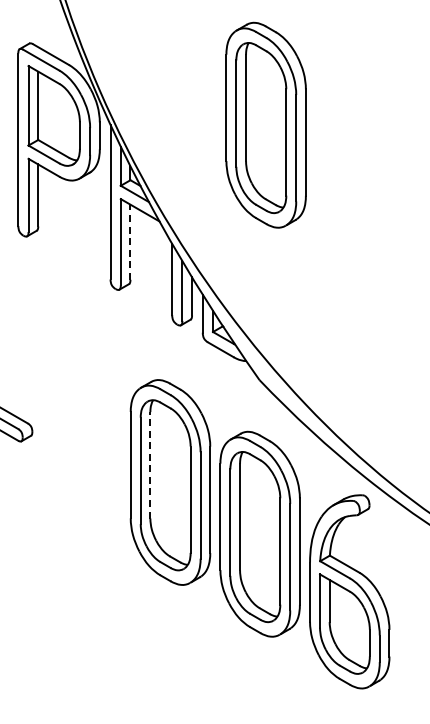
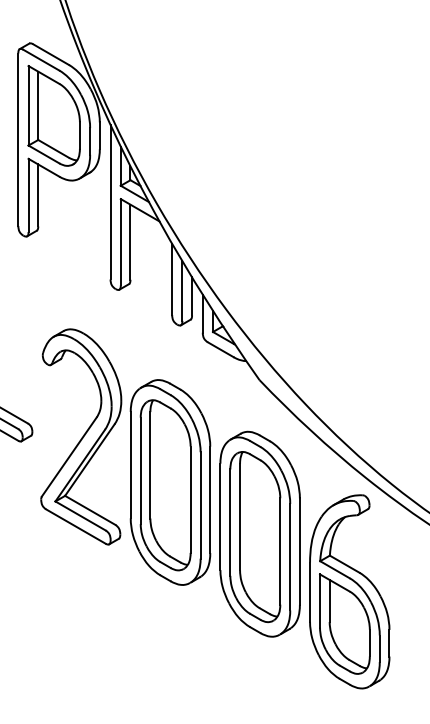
part at (265, 124): present -> none
line at (130, 242): dashed -> solid
part at (81, 436): none -> present
line at (150, 464): dashed -> solid
